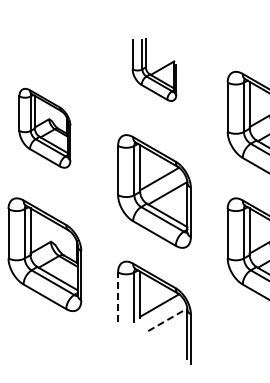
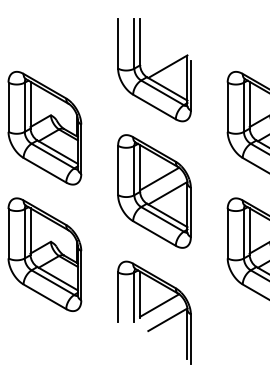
part at (154, 69) size: 47x64 px -> 75x105 px
part at (44, 128) size: 54x81 px -> 76x115 px
line at (118, 297): dashed -> solid
line at (167, 319): dashed -> solid
